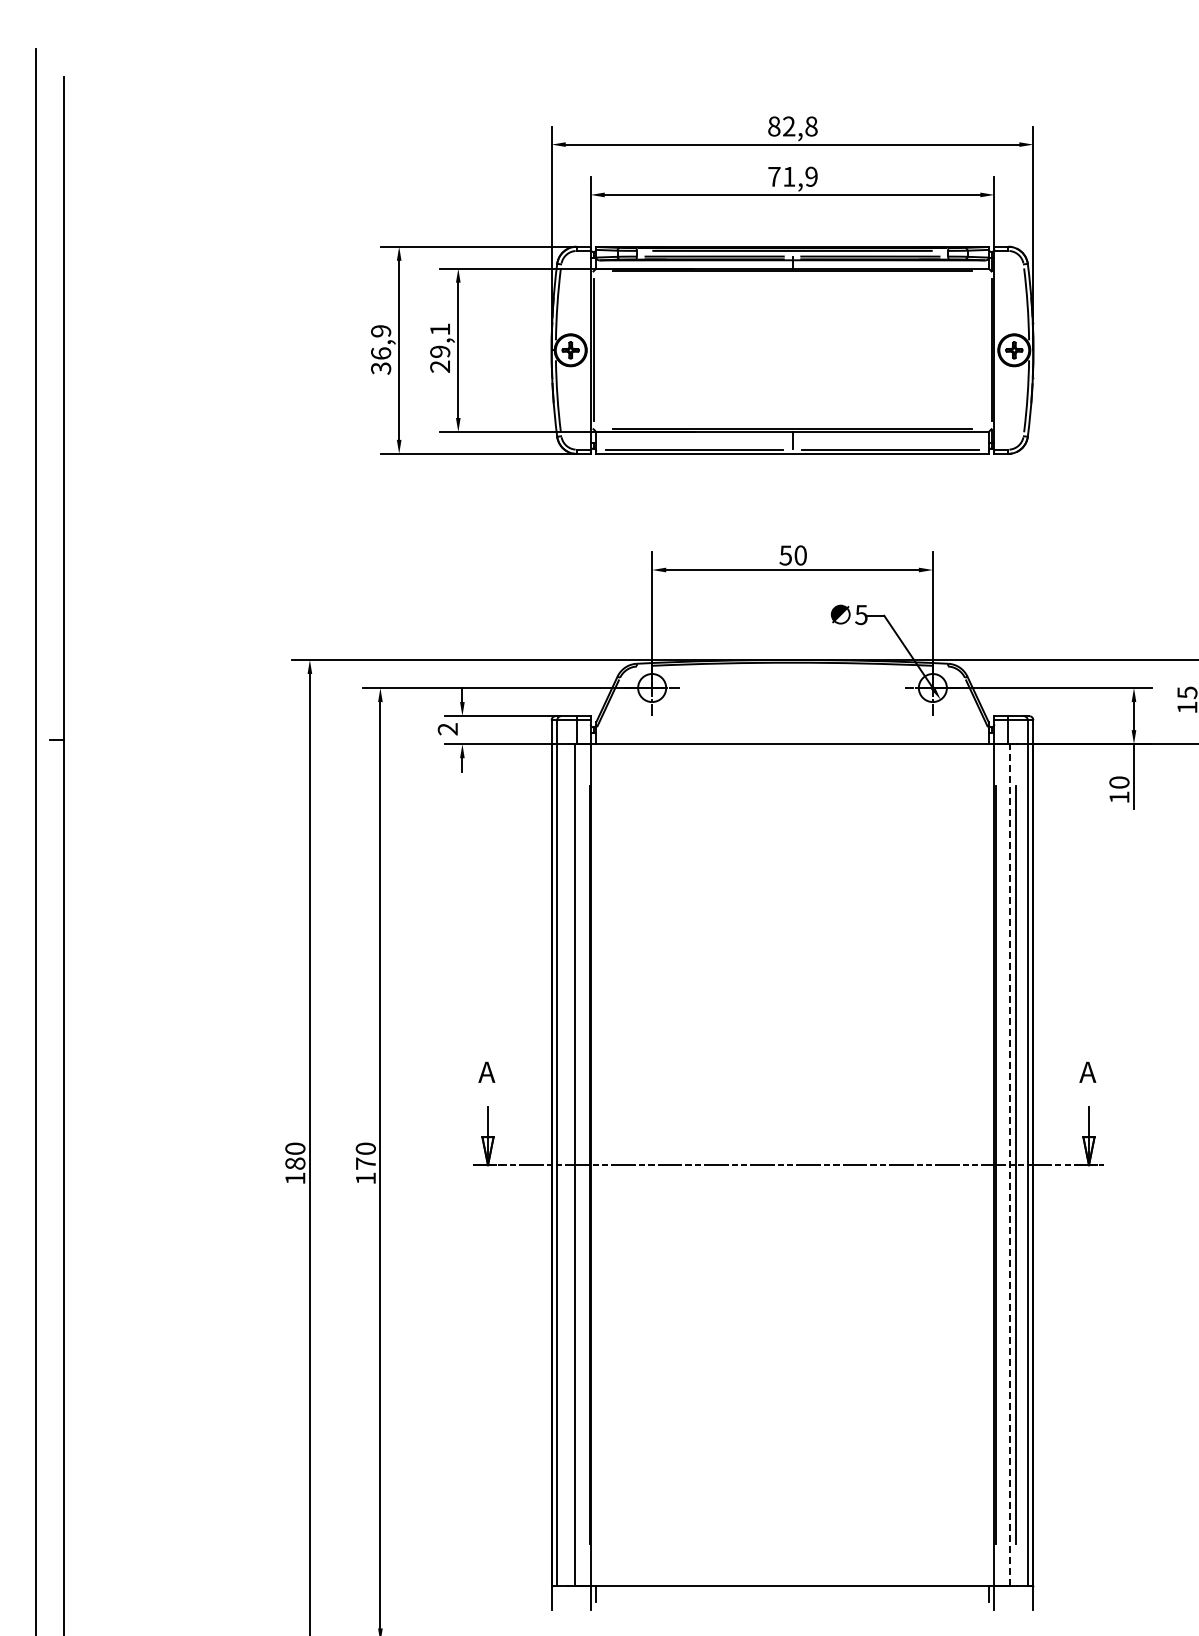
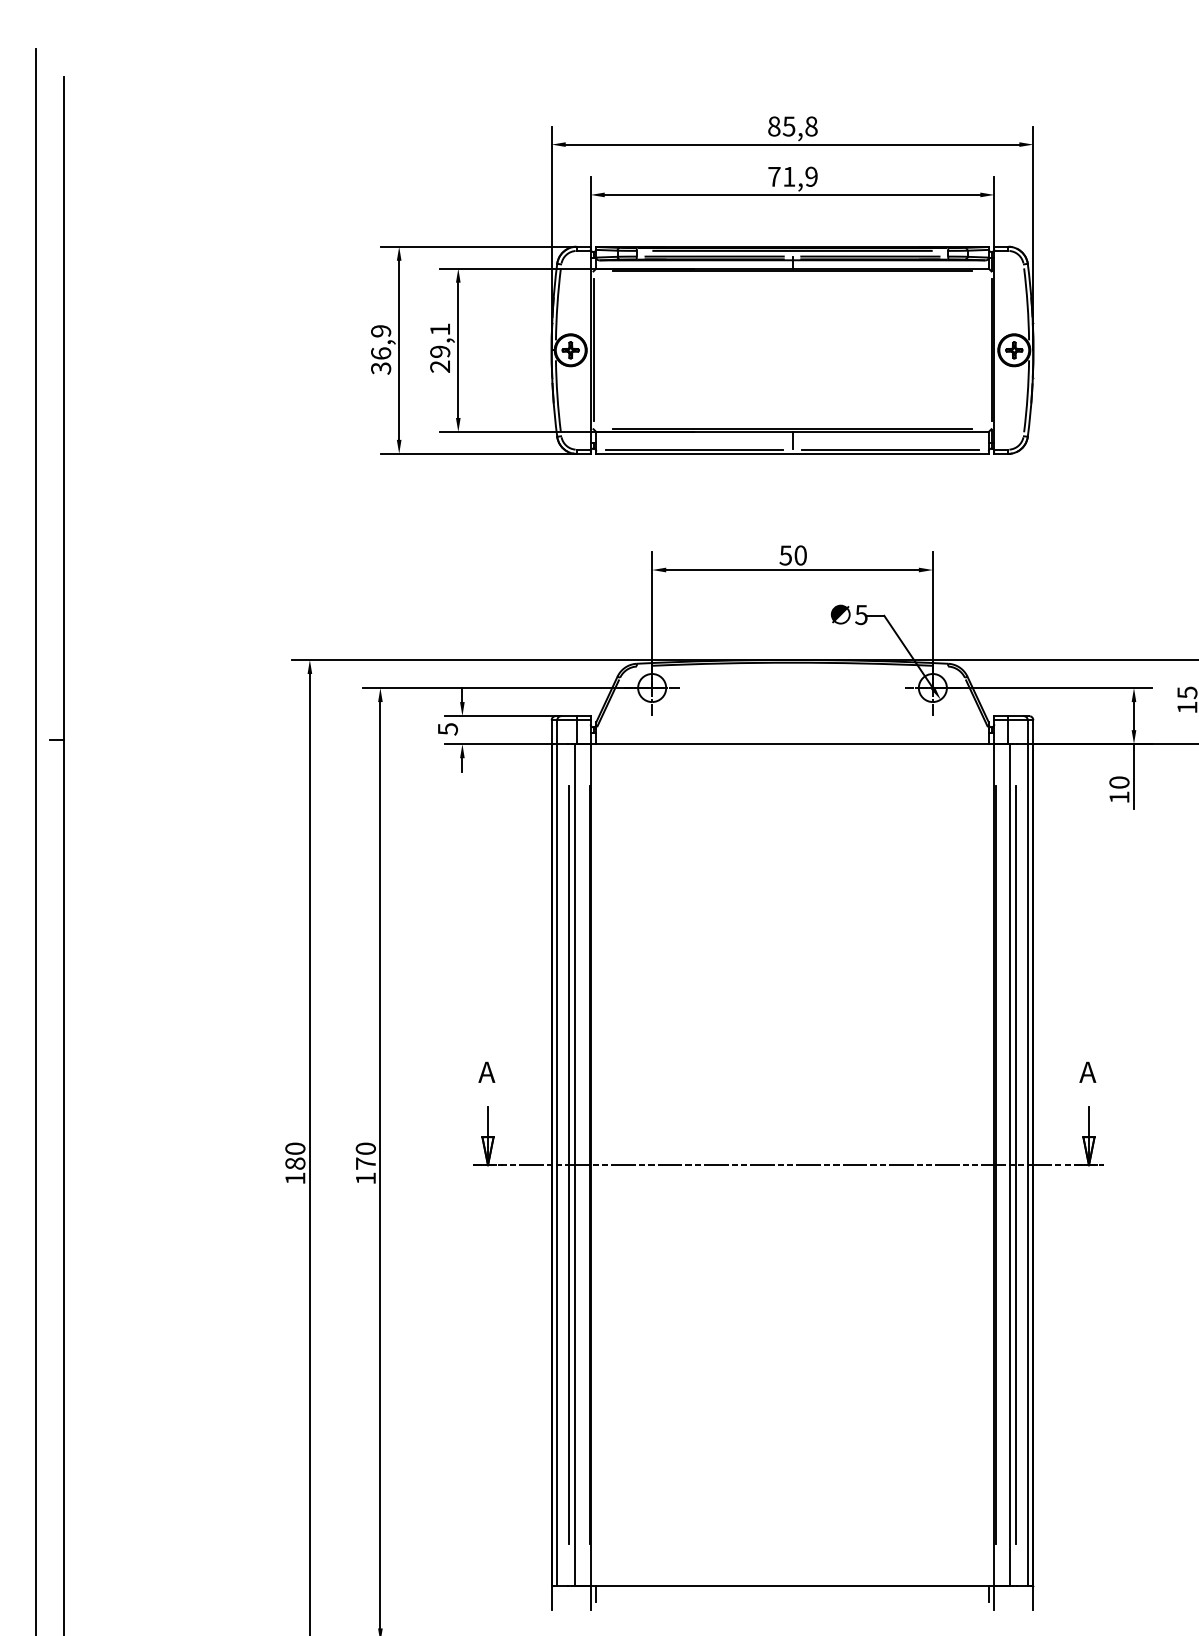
text at (788, 126): 82,8 -> 85,8
text at (447, 729): 2 -> 5
line at (1009, 1164): dashed -> solid
line at (568, 1165): none -> present
